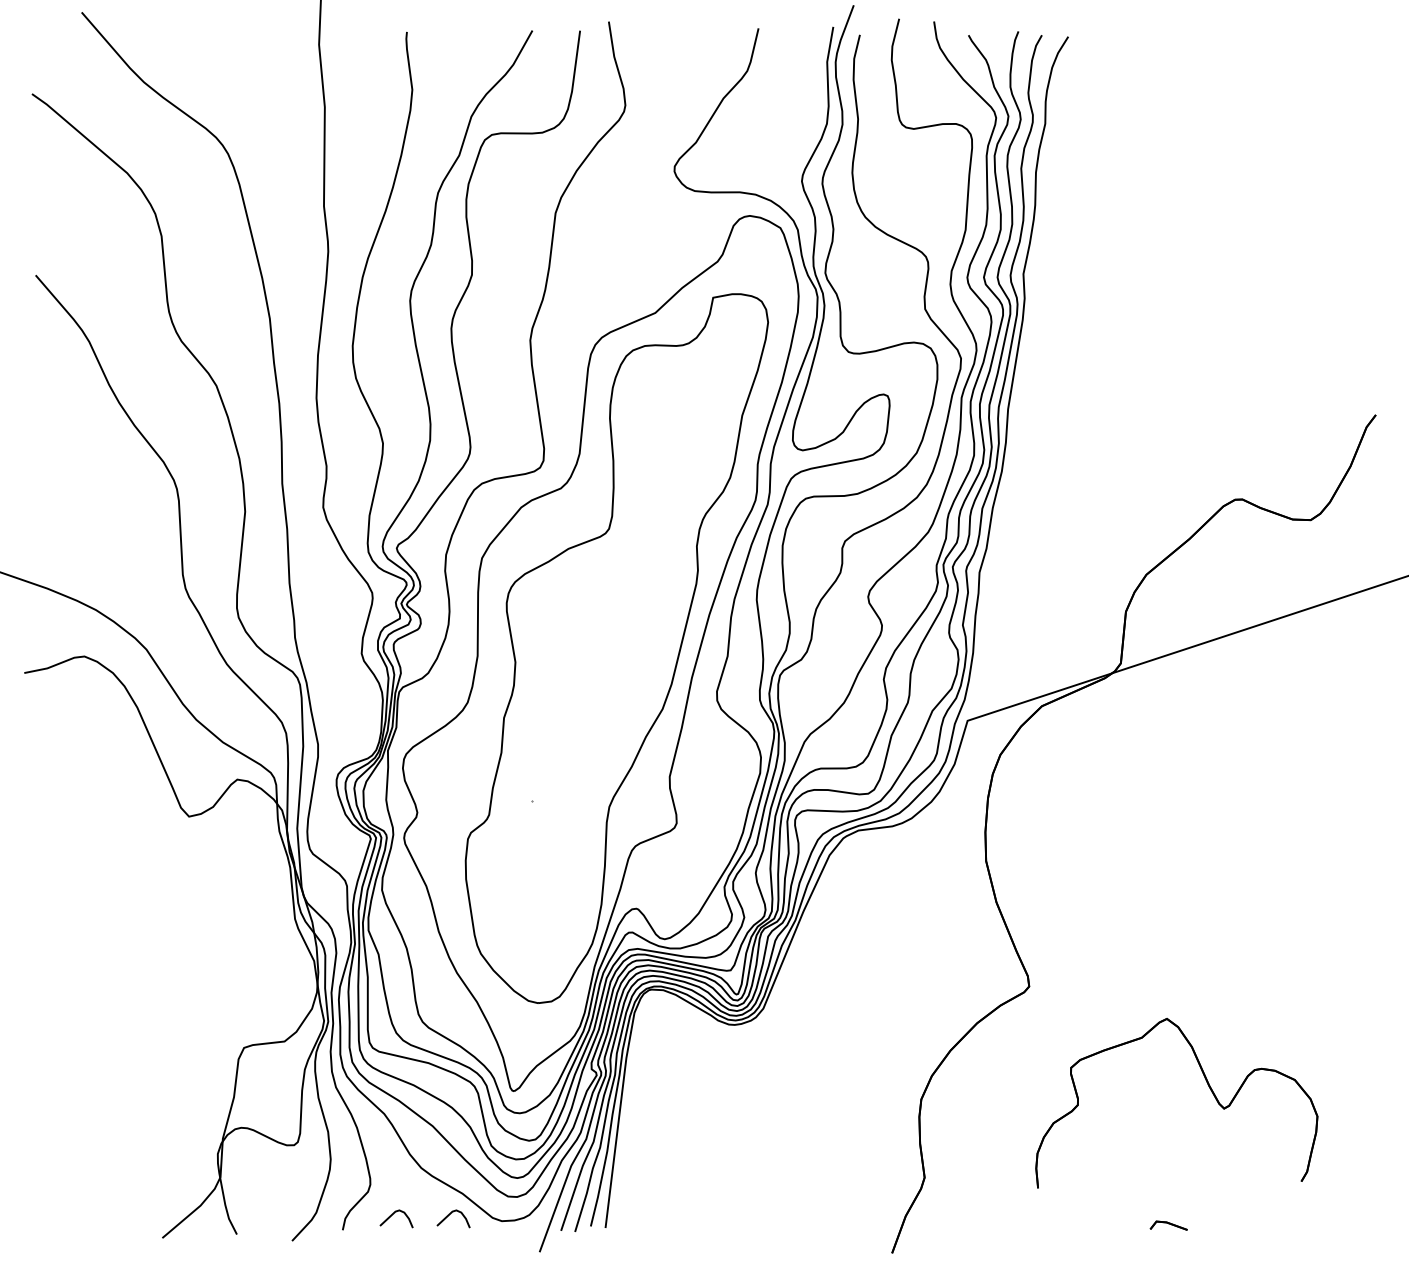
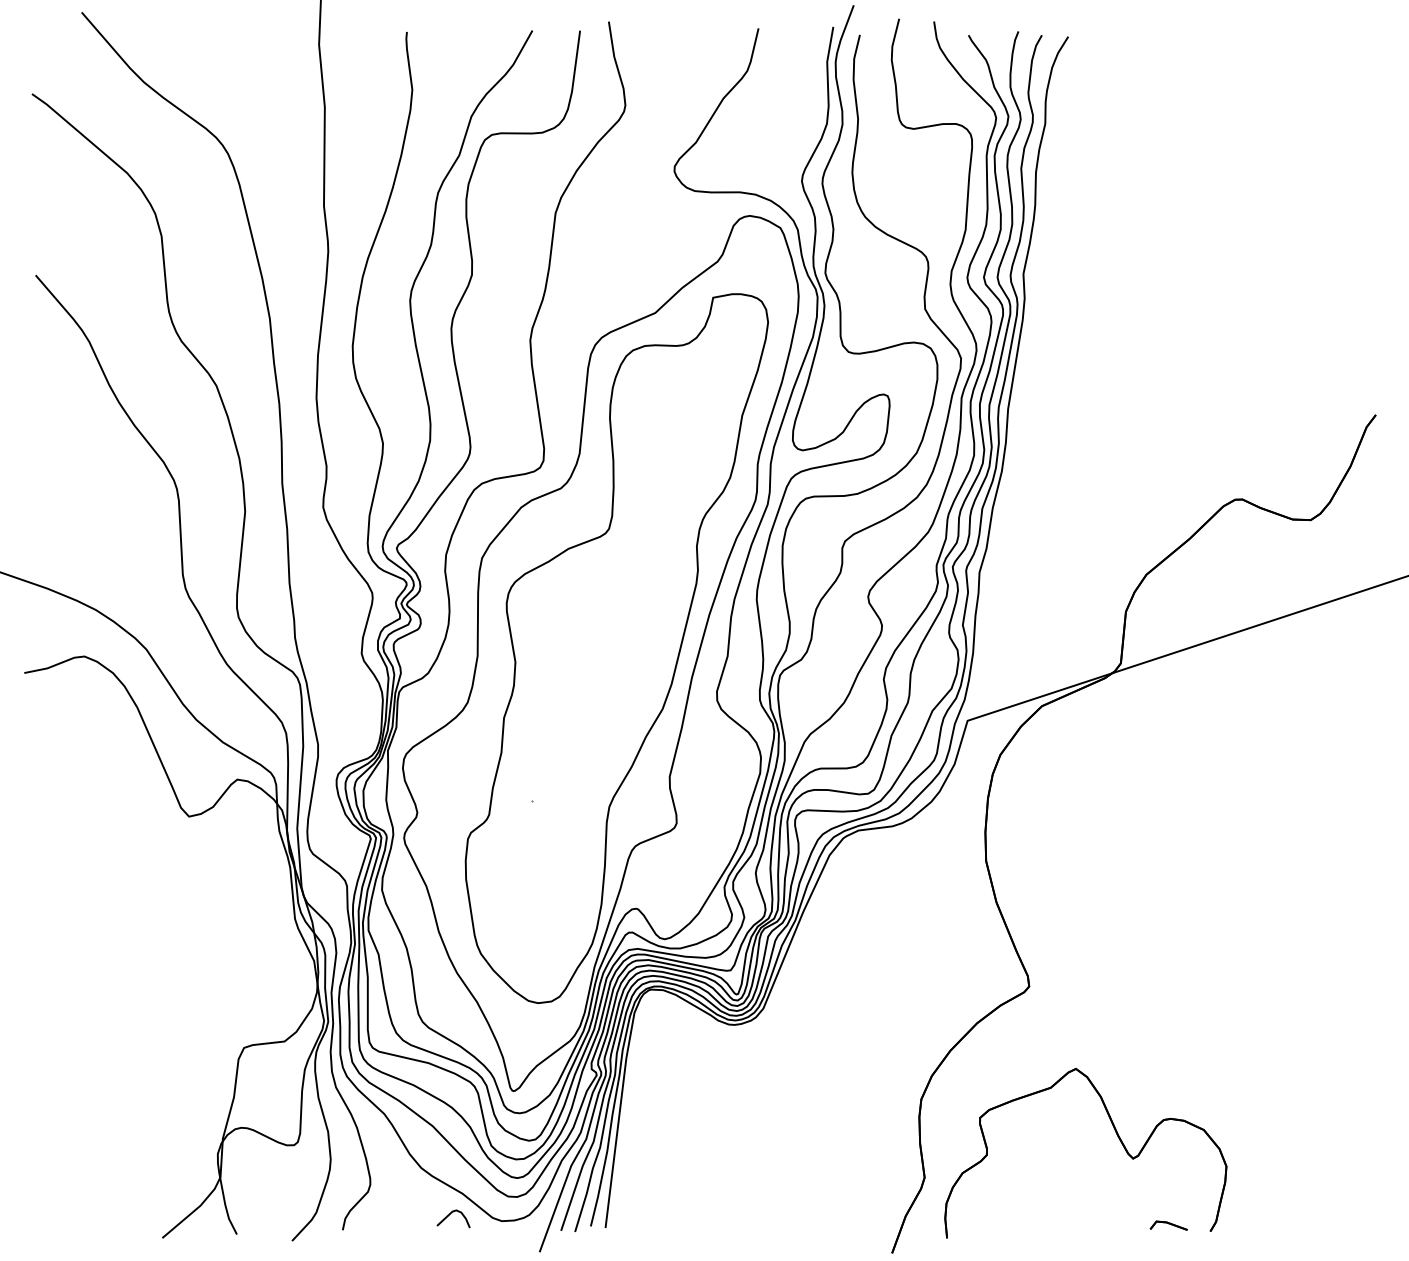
part at (1208, 1086) position: (1208, 1086) -> (1117, 1136)
curve at (393, 1214): present -> none
